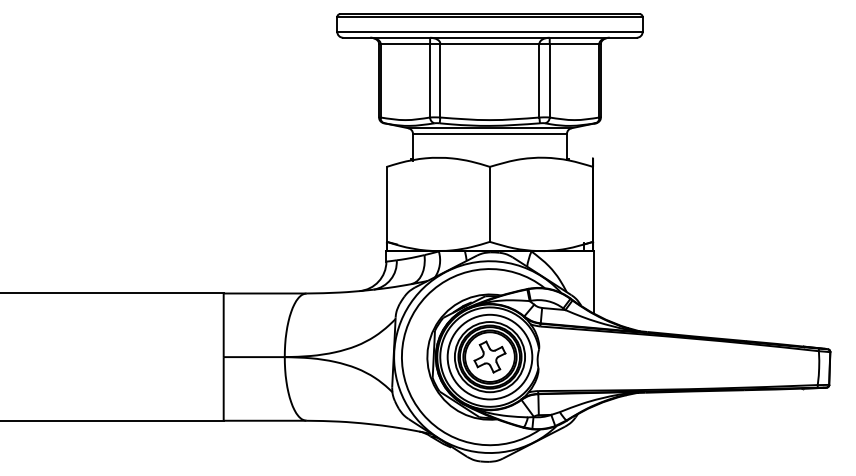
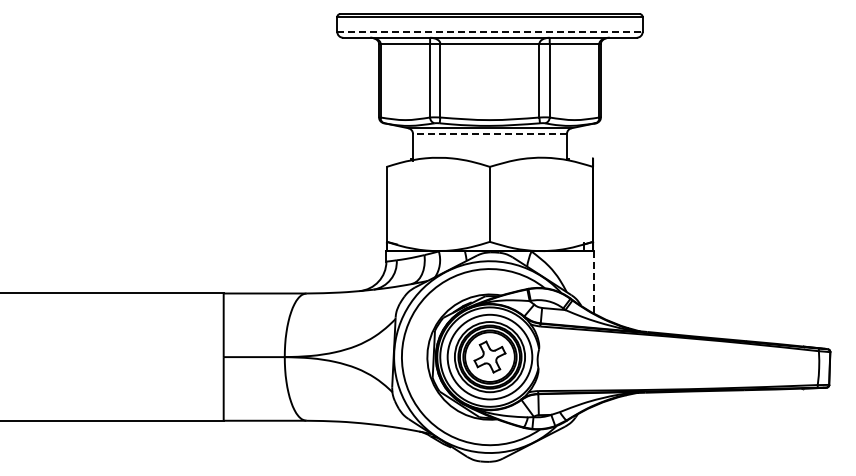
line at (489, 31): solid -> dashed
line at (489, 134): solid -> dashed
line at (593, 282): solid -> dashed
